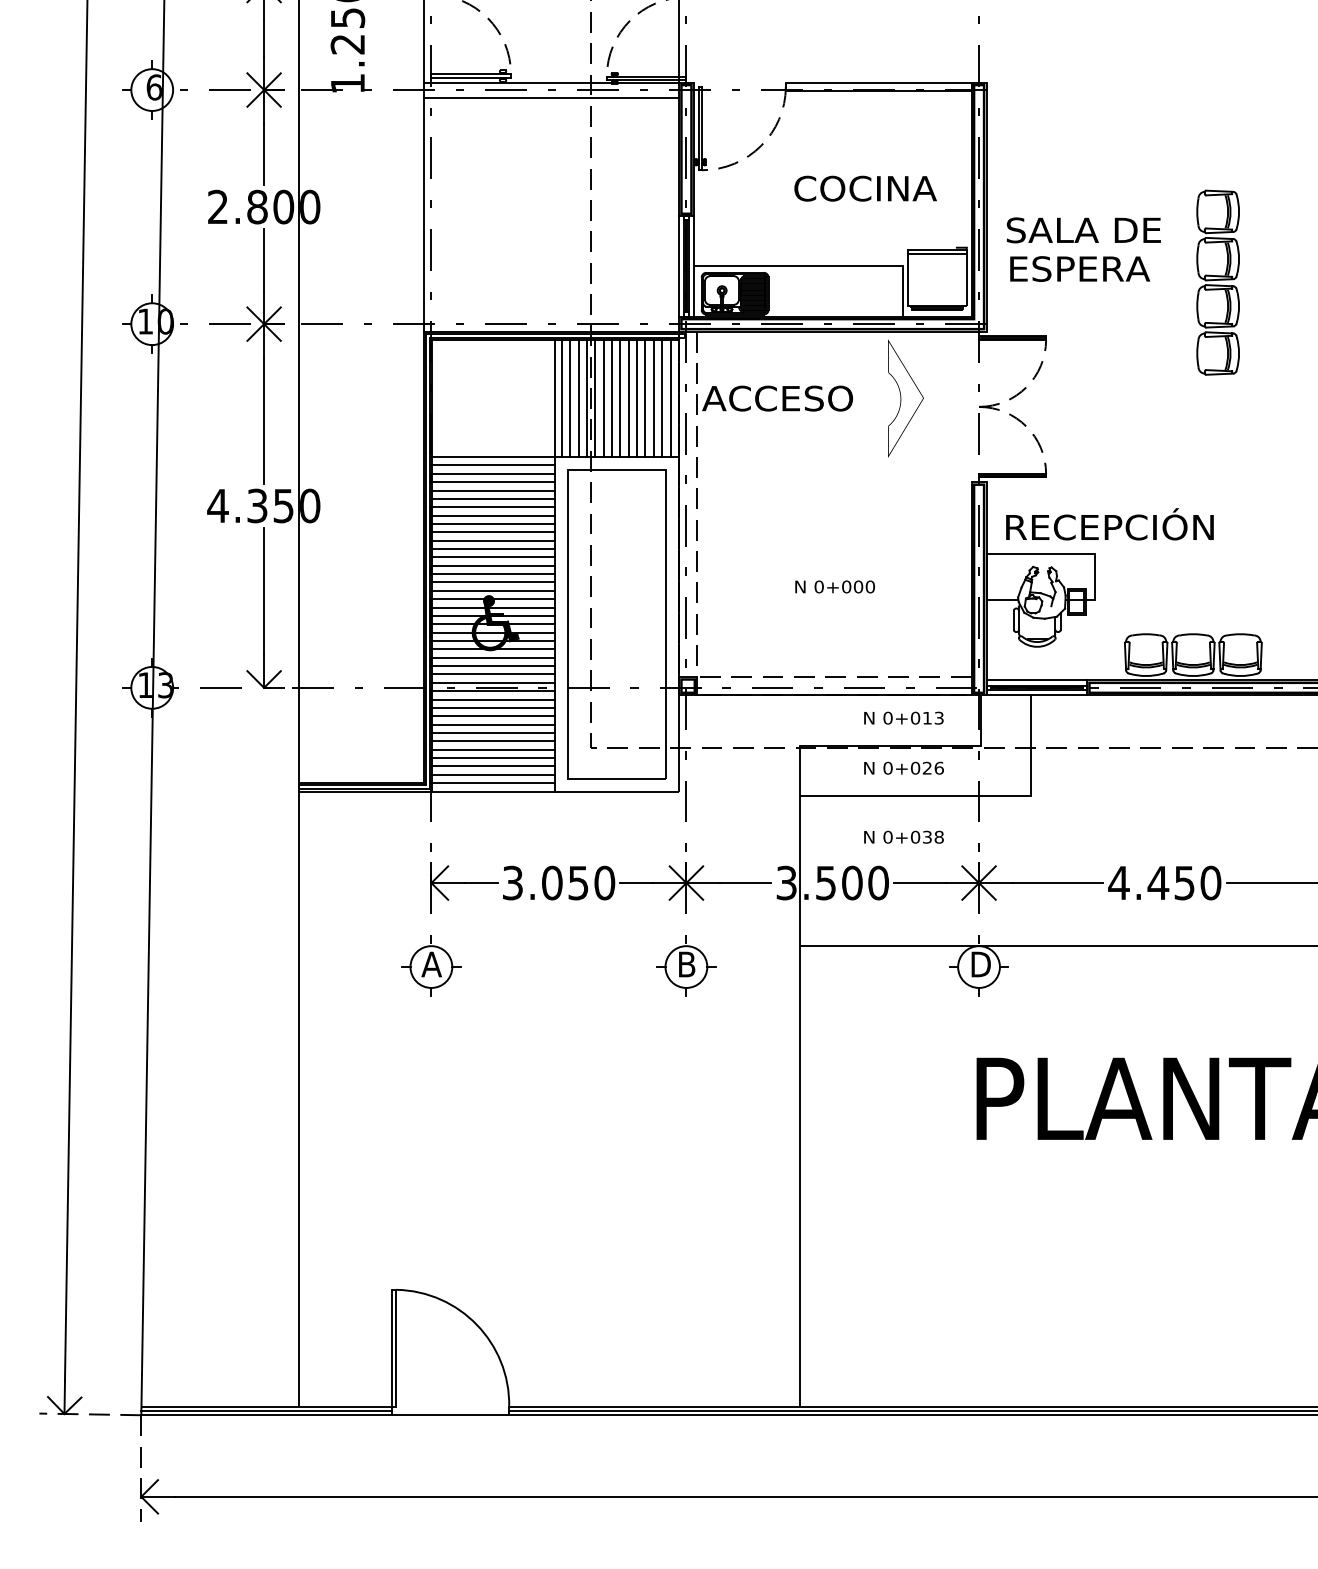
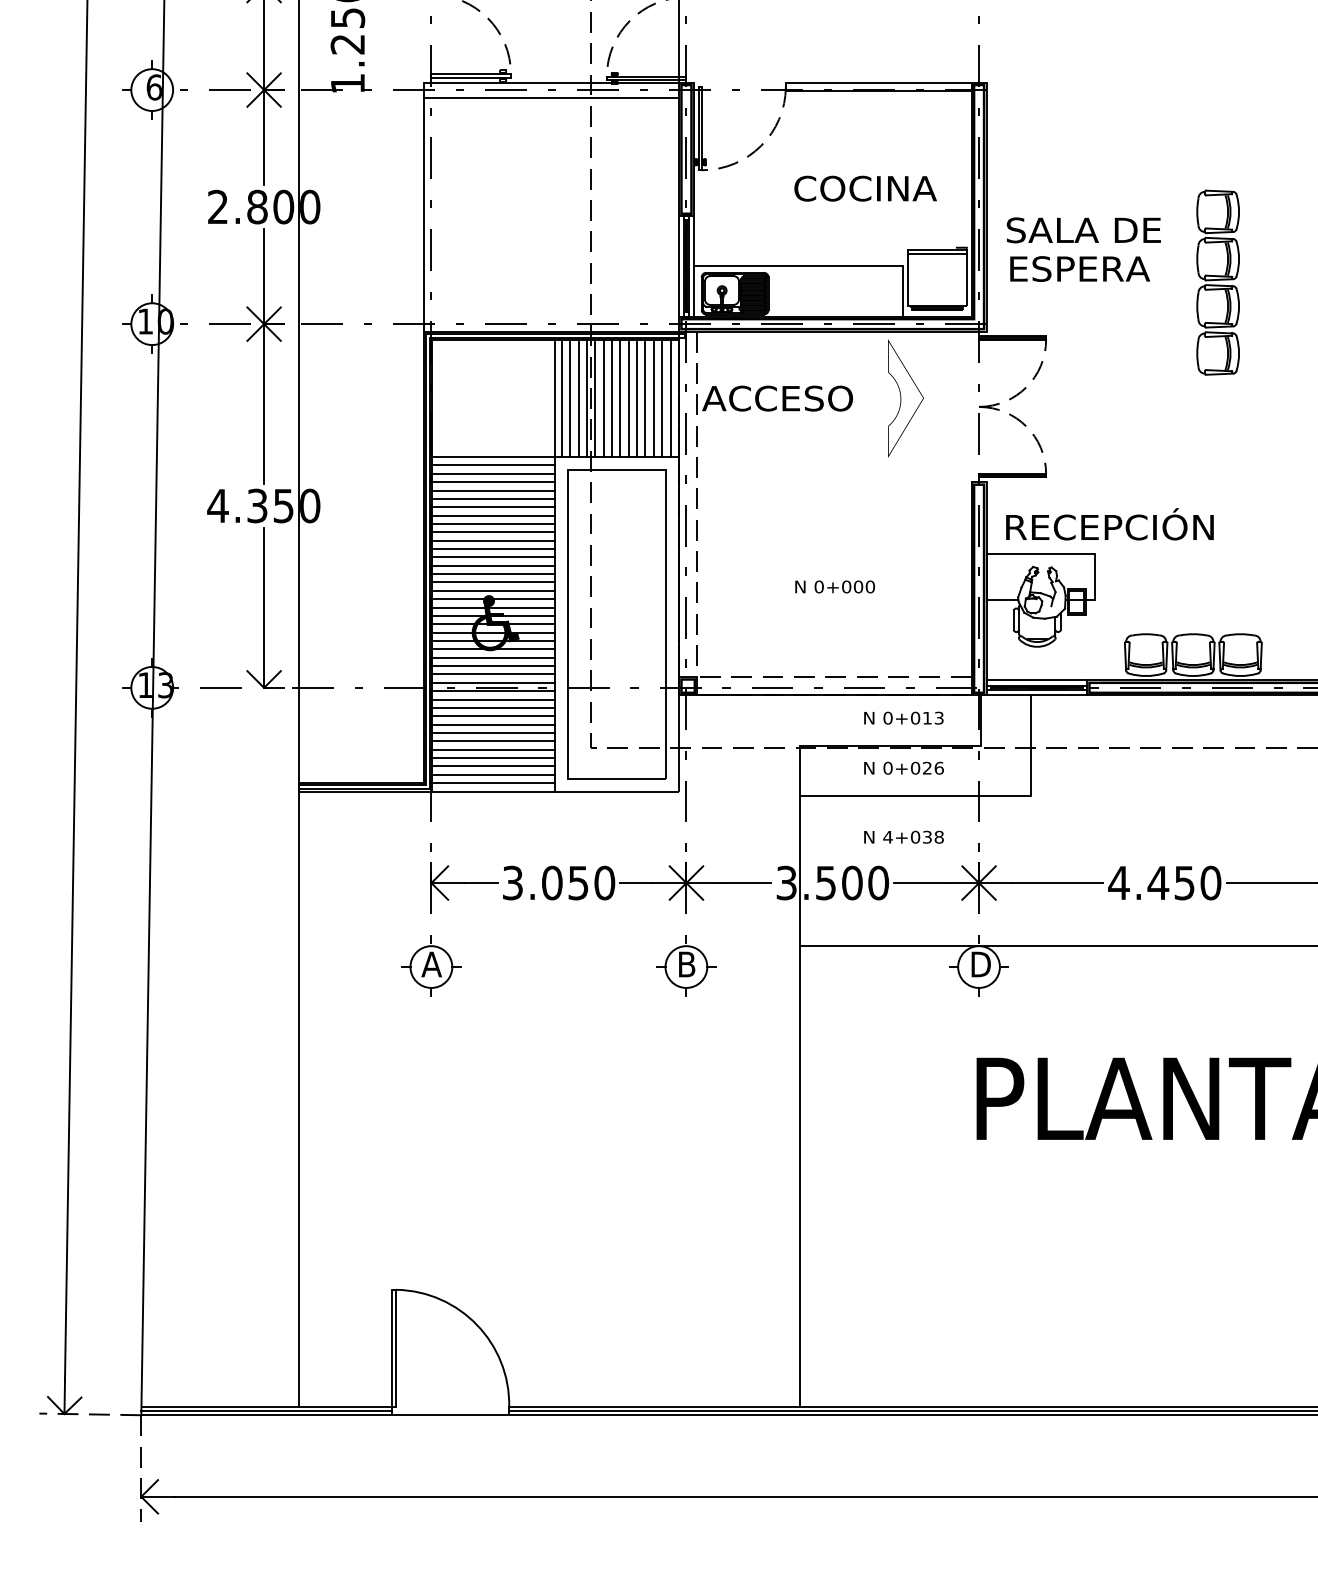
line at (423, 42): present -> none
text at (887, 836): 0+038 -> 4+038
